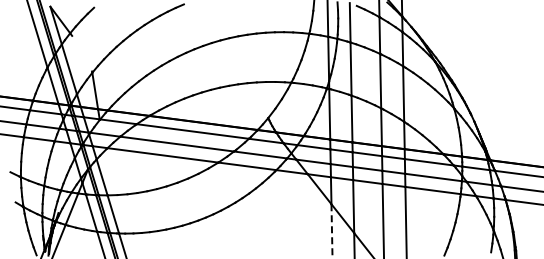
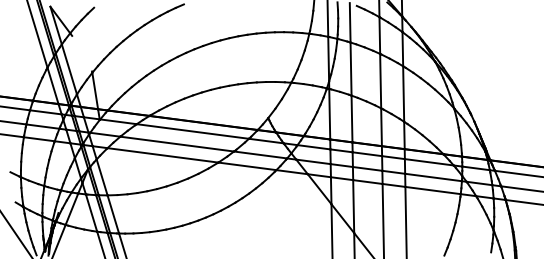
line at (332, 231): dashed -> solid
line at (16, 234): none -> present
